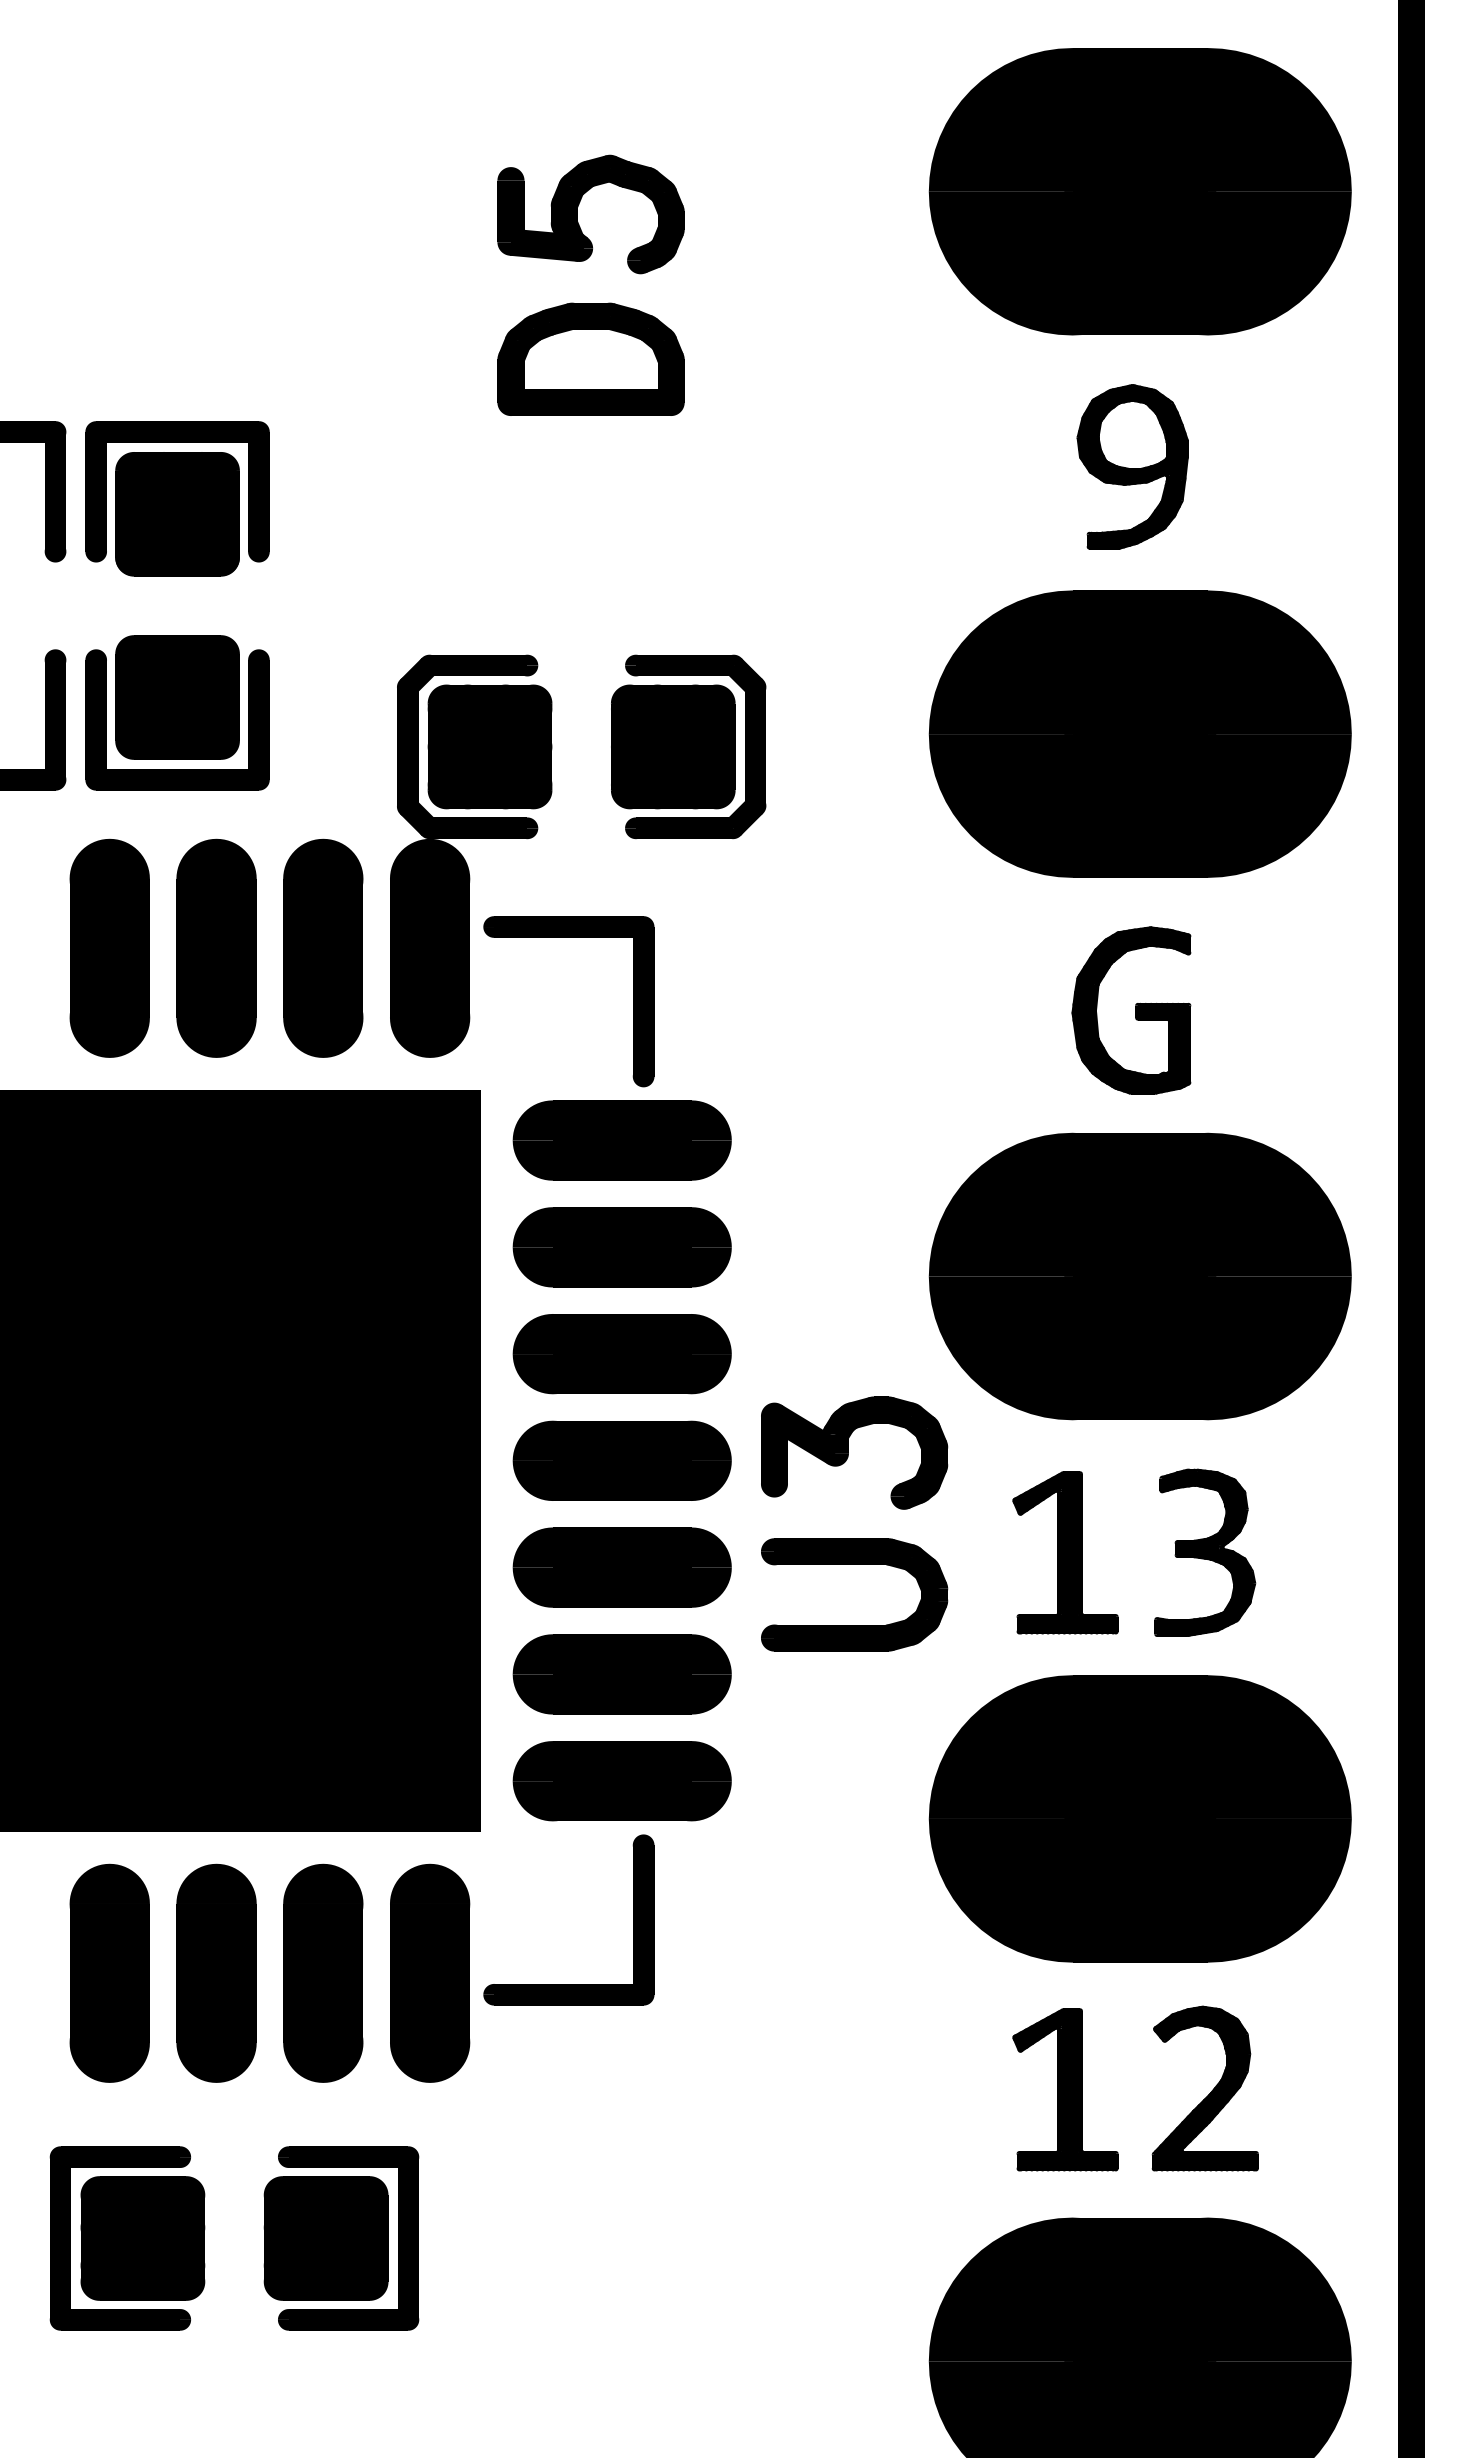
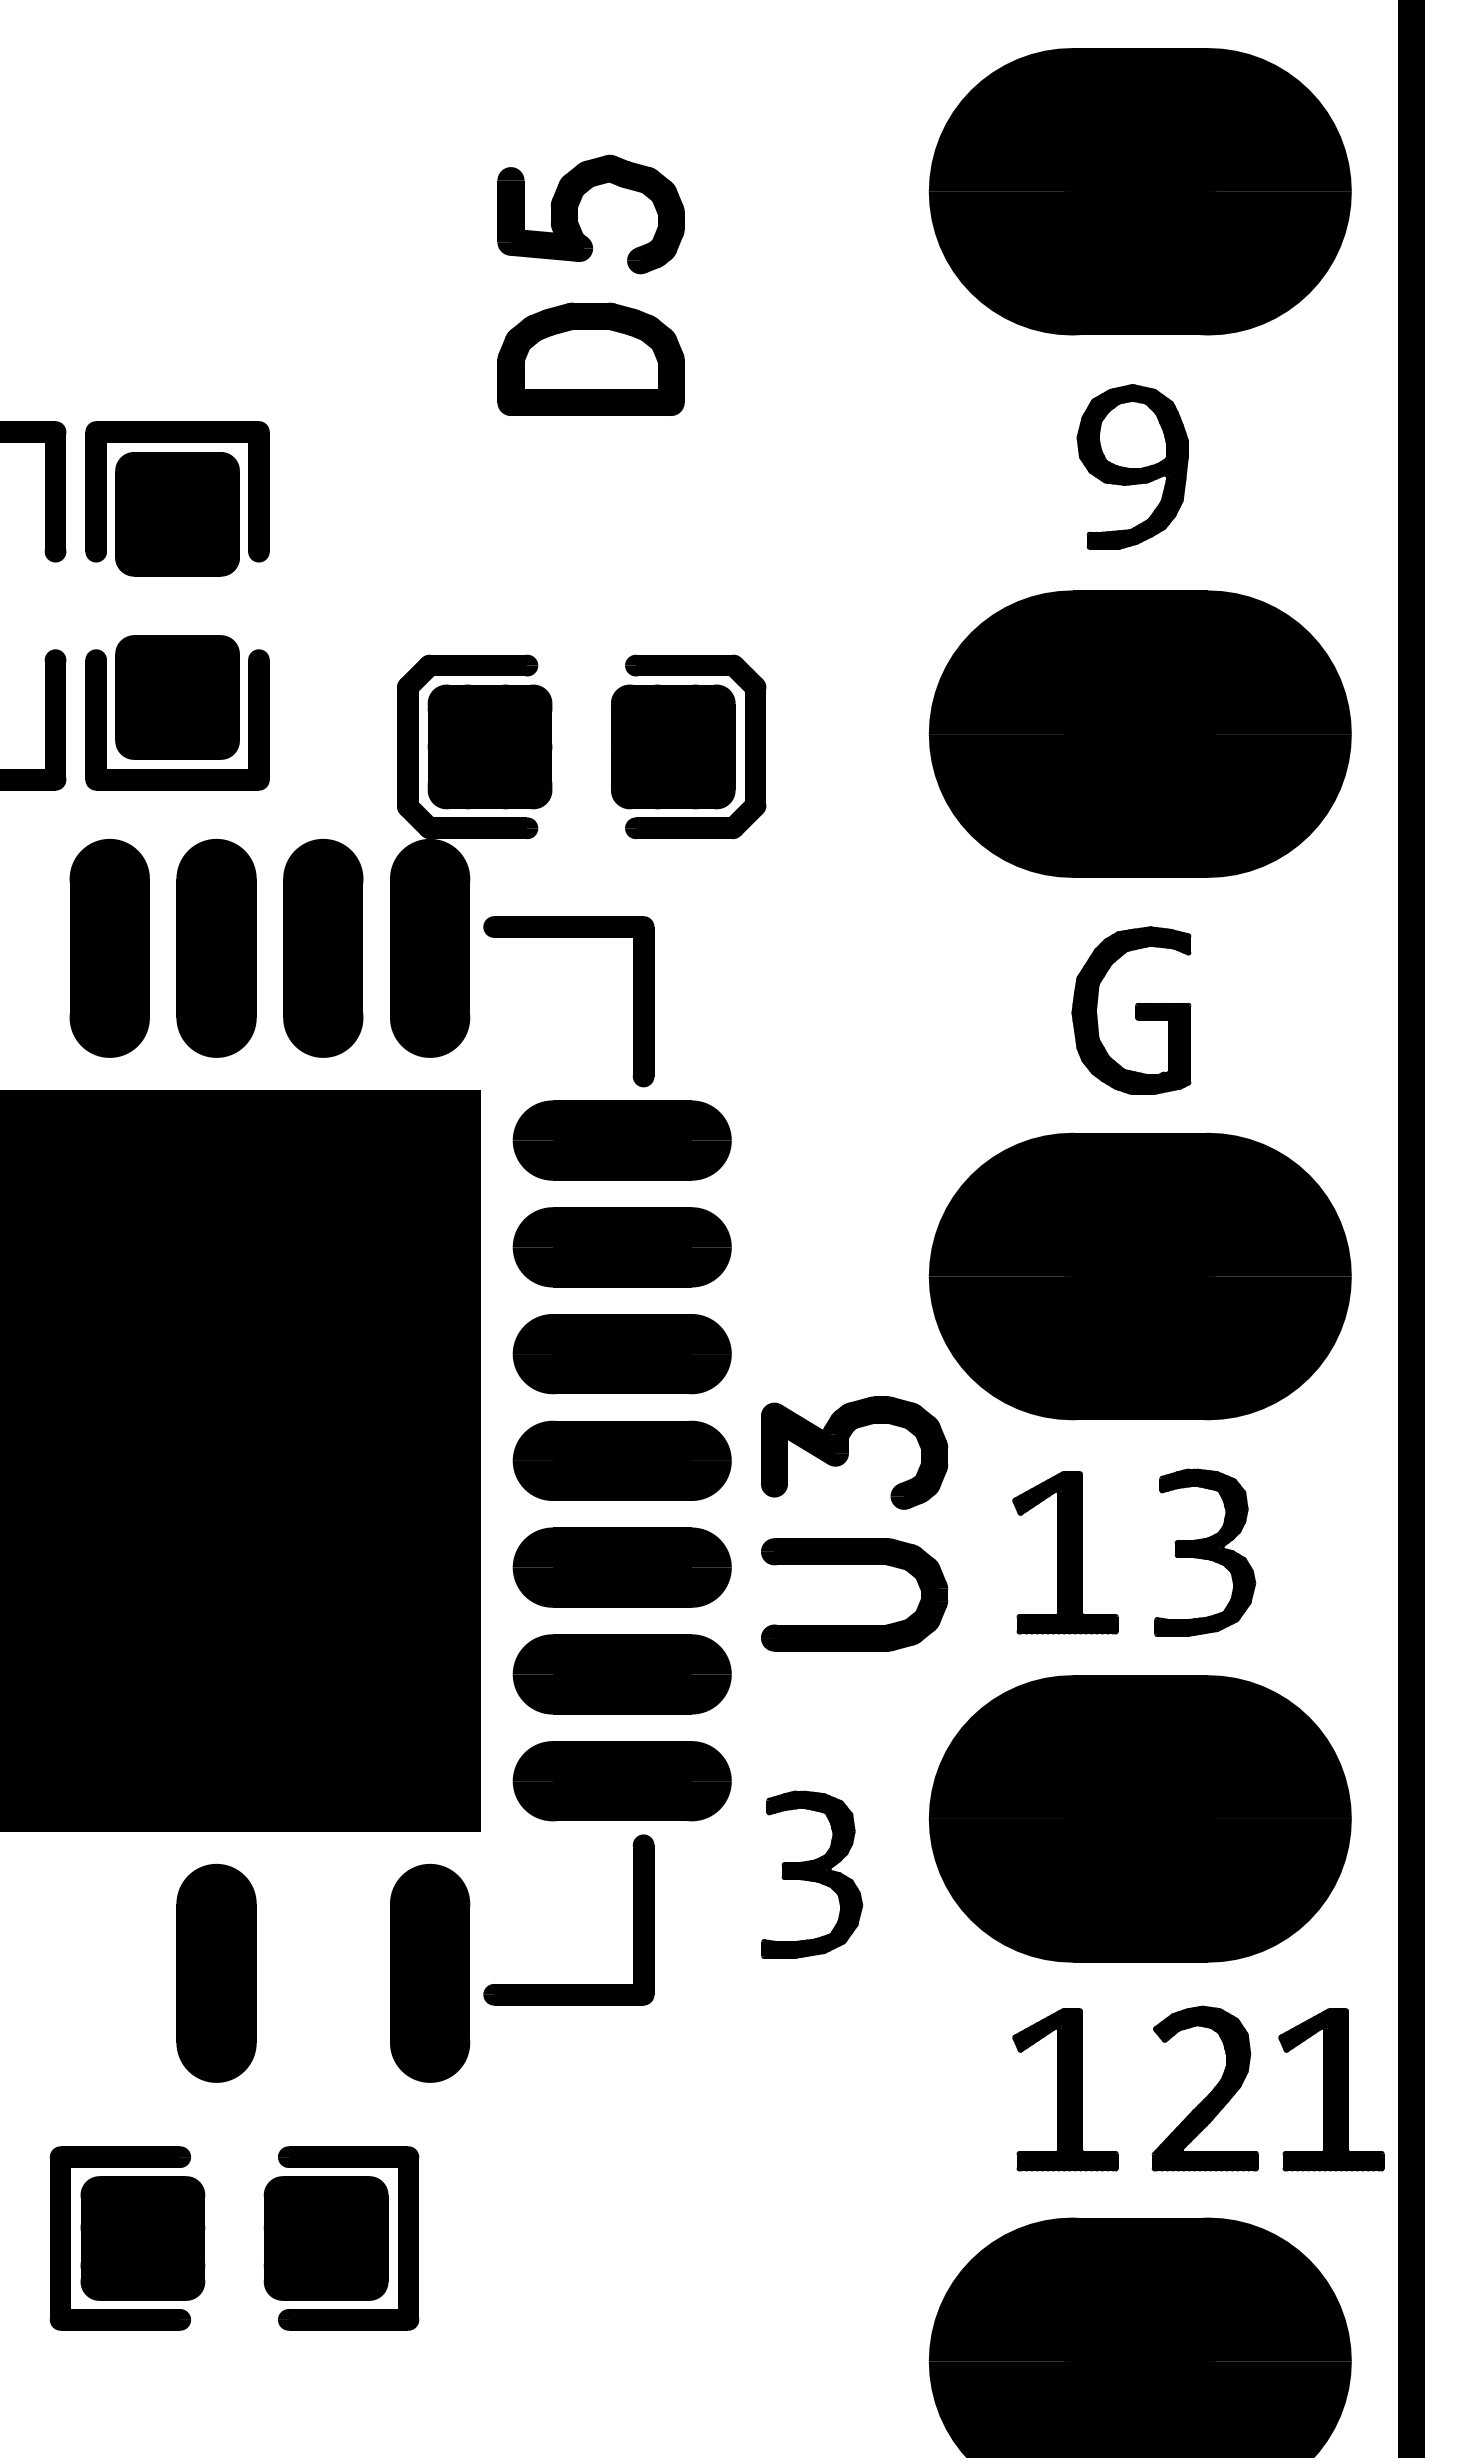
part at (812, 1874): none -> present
part at (109, 1972): present -> none
part at (323, 1972): present -> none
part at (1331, 2089): none -> present
